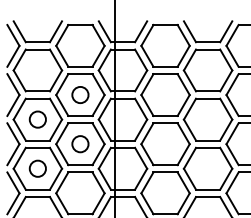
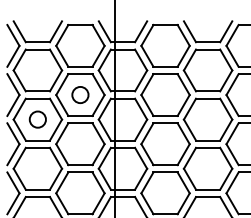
circle at (80, 144): present -> none
circle at (37, 168): present -> none
